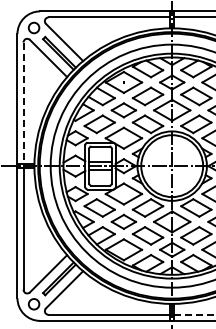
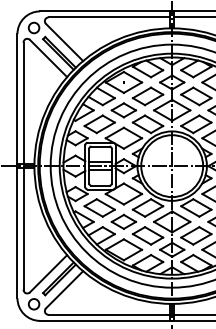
line at (23, 103): dashed -> solid
line at (195, 314): dashed -> solid
